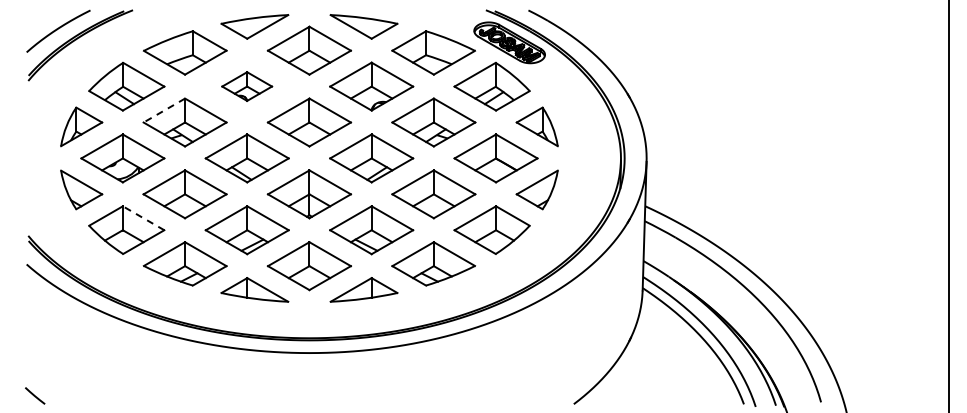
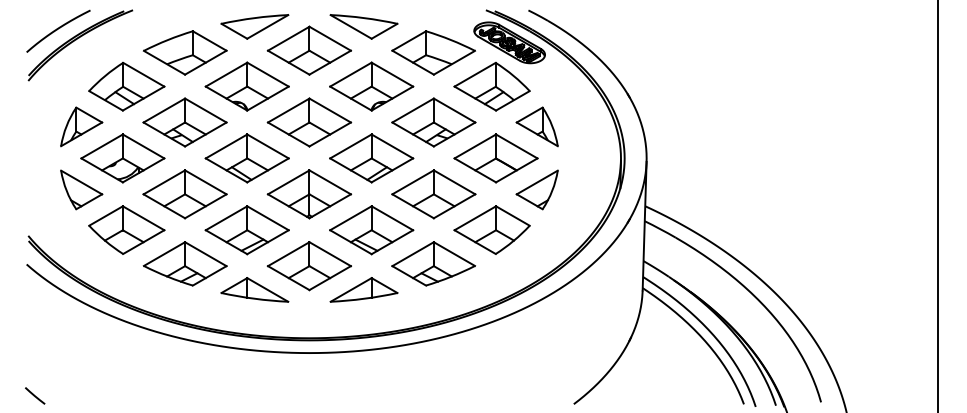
part at (247, 86) size: 53x31 px -> 86x51 px
line at (164, 110): dashed -> solid
line at (948, 205) position: (948, 205) -> (937, 205)
line at (143, 218): dashed -> solid
